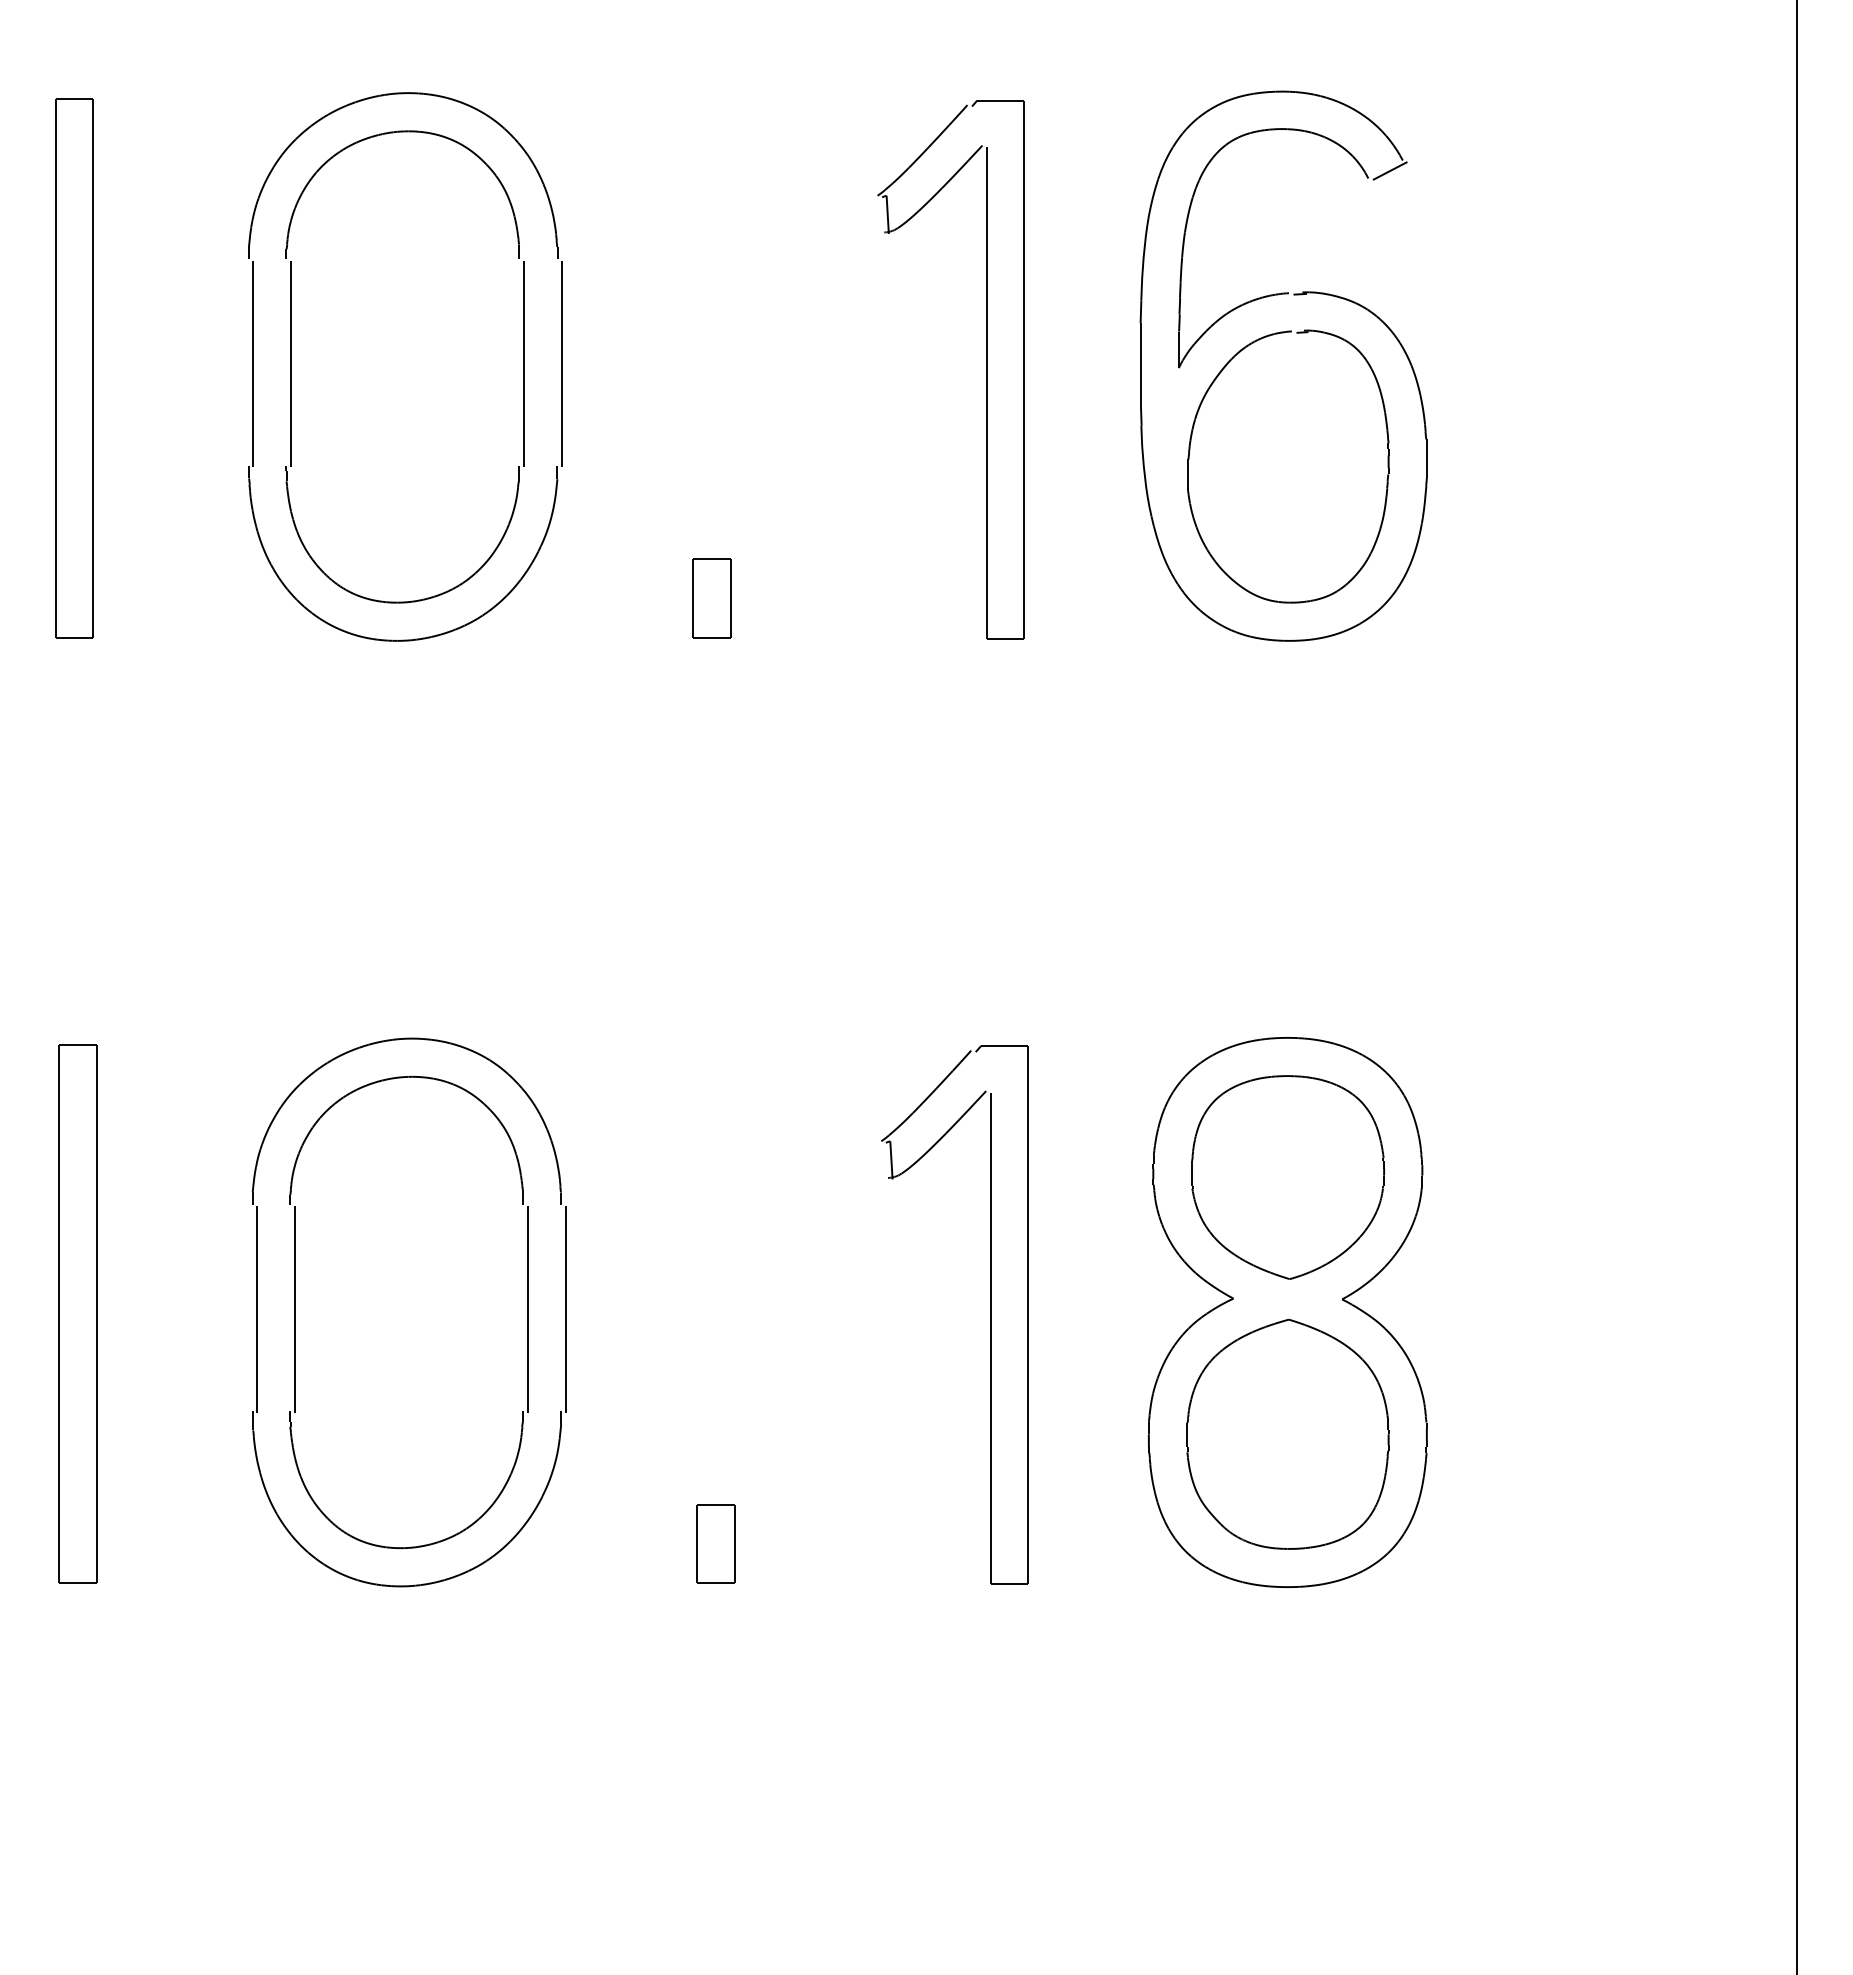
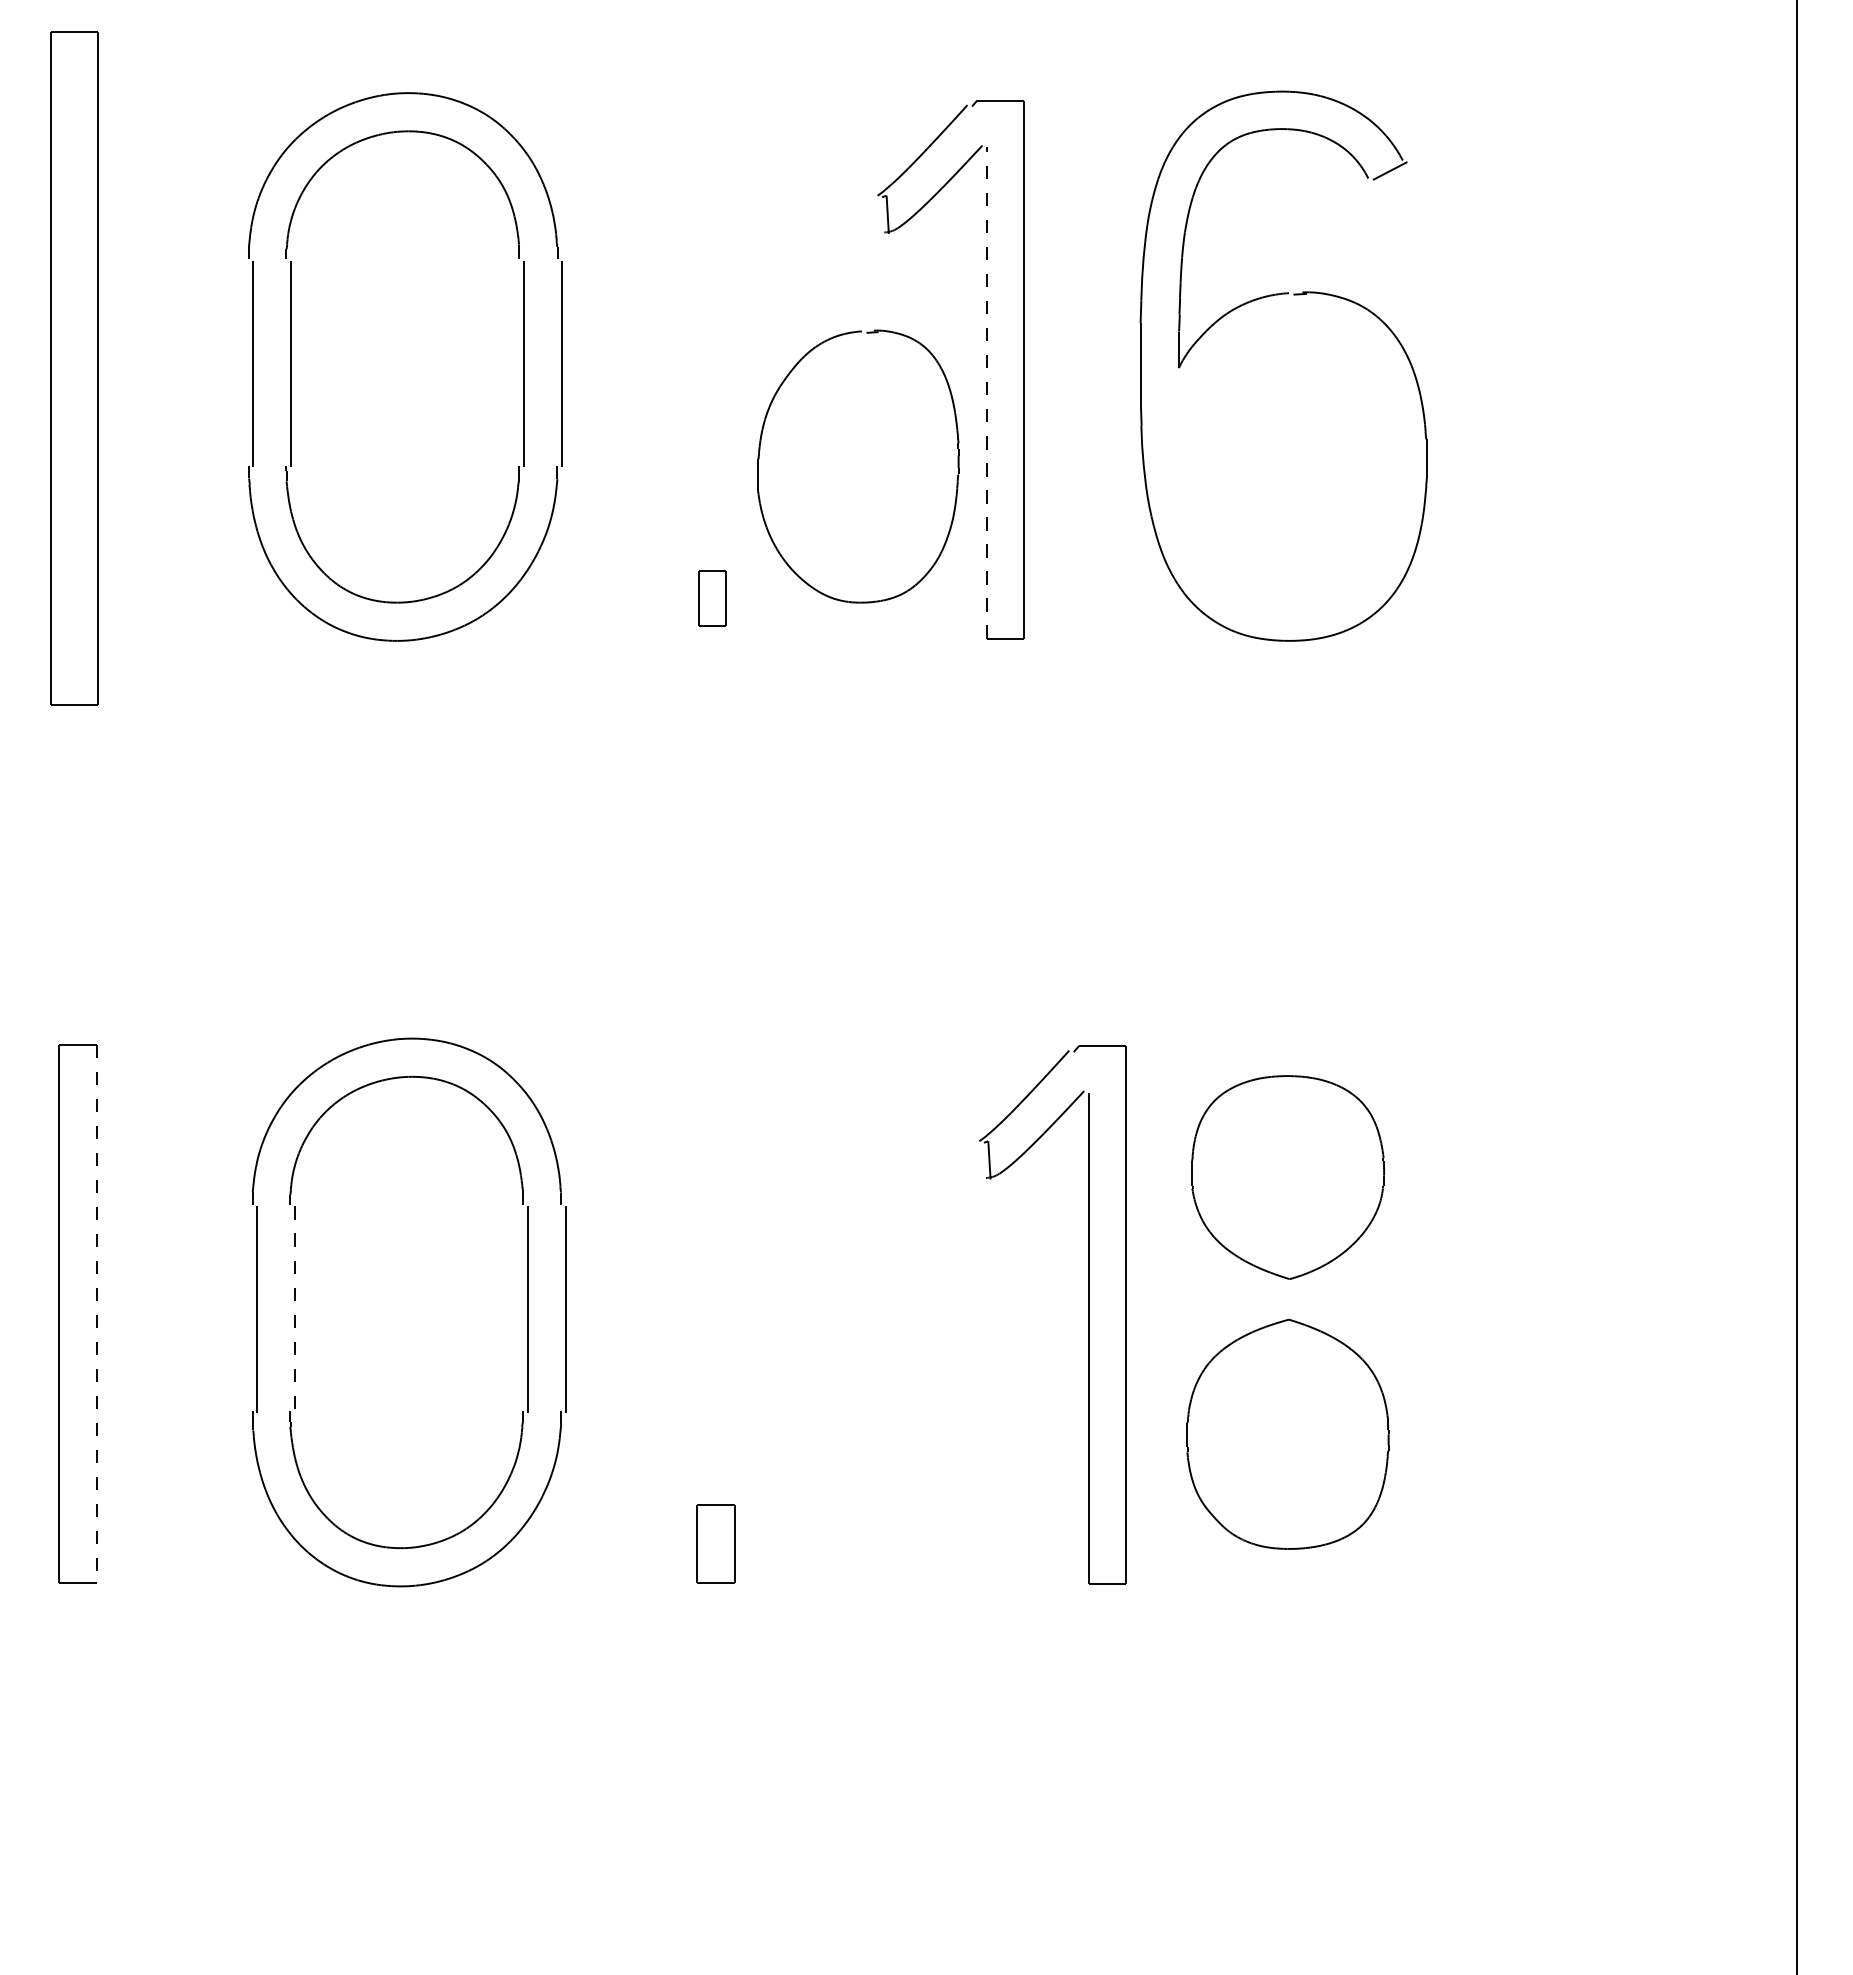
part at (74, 368) size: 39x541 px -> 49x675 px
line at (987, 392): solid -> dashed
part at (1386, 479) position: (1386, 479) -> (956, 479)
part at (711, 598) size: 40x81 px -> 29x57 px
line at (294, 1310): solid -> dashed
part at (1287, 1312): present -> none
line at (96, 1314): solid -> dashed
part at (990, 1314) position: (990, 1314) -> (1088, 1314)
